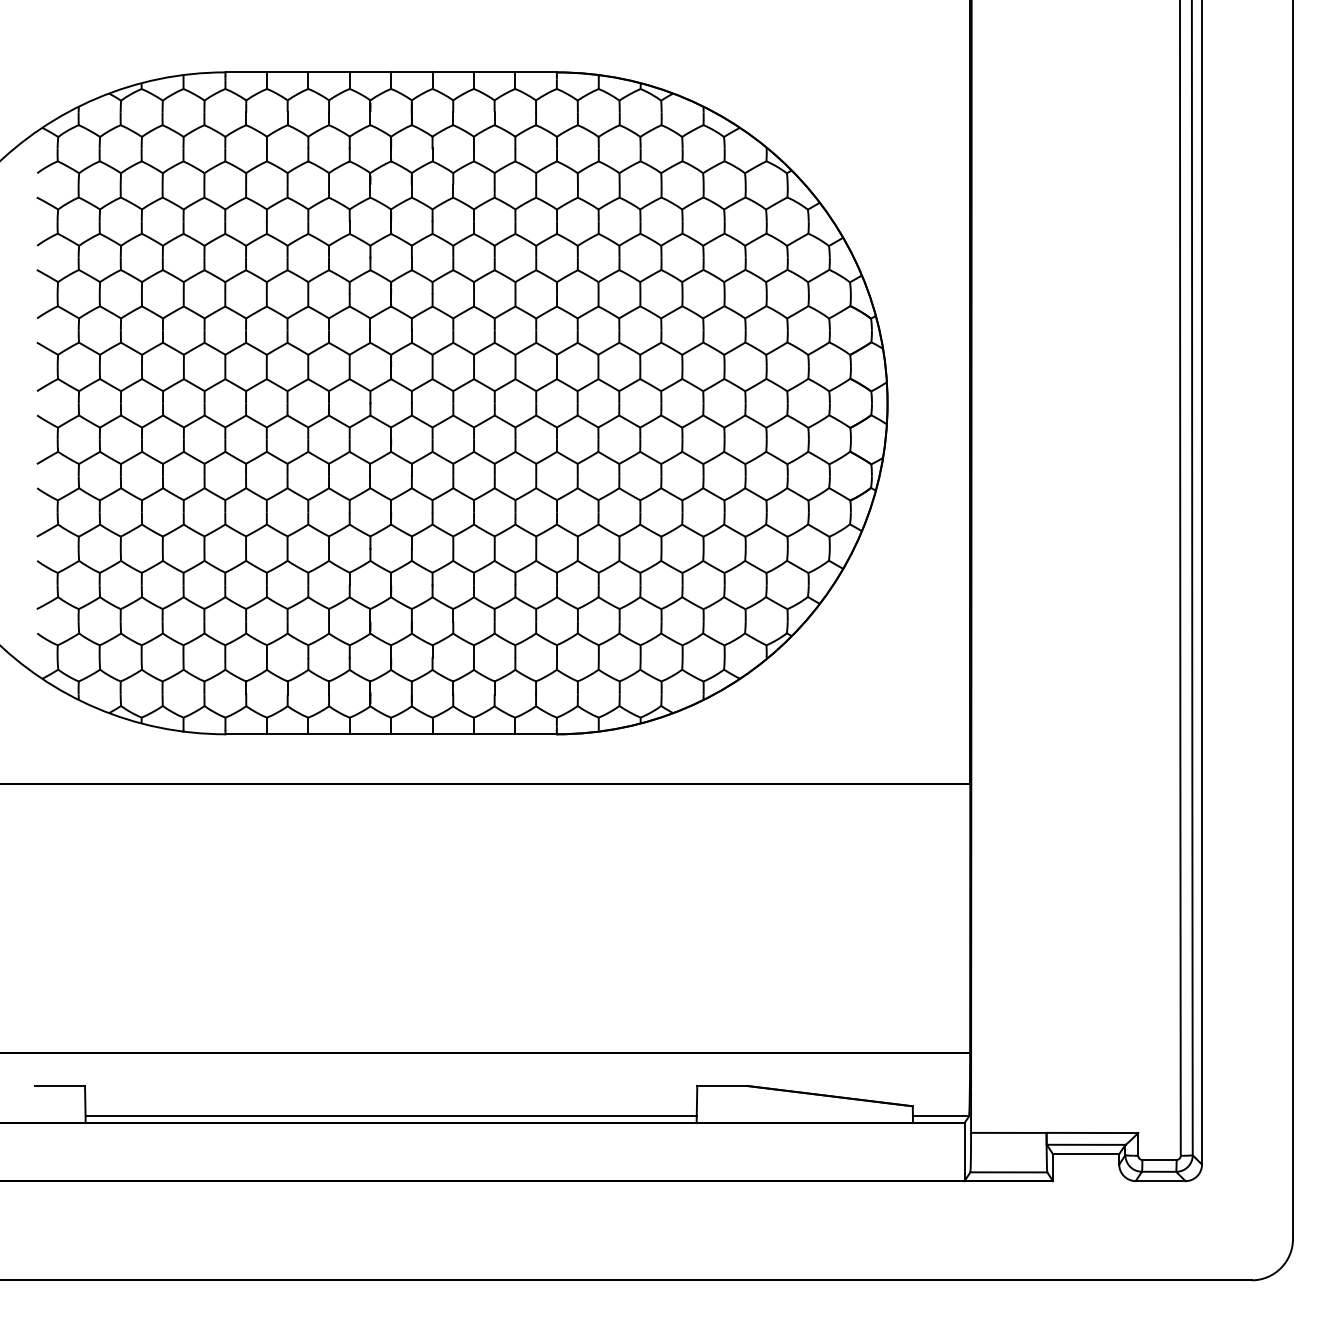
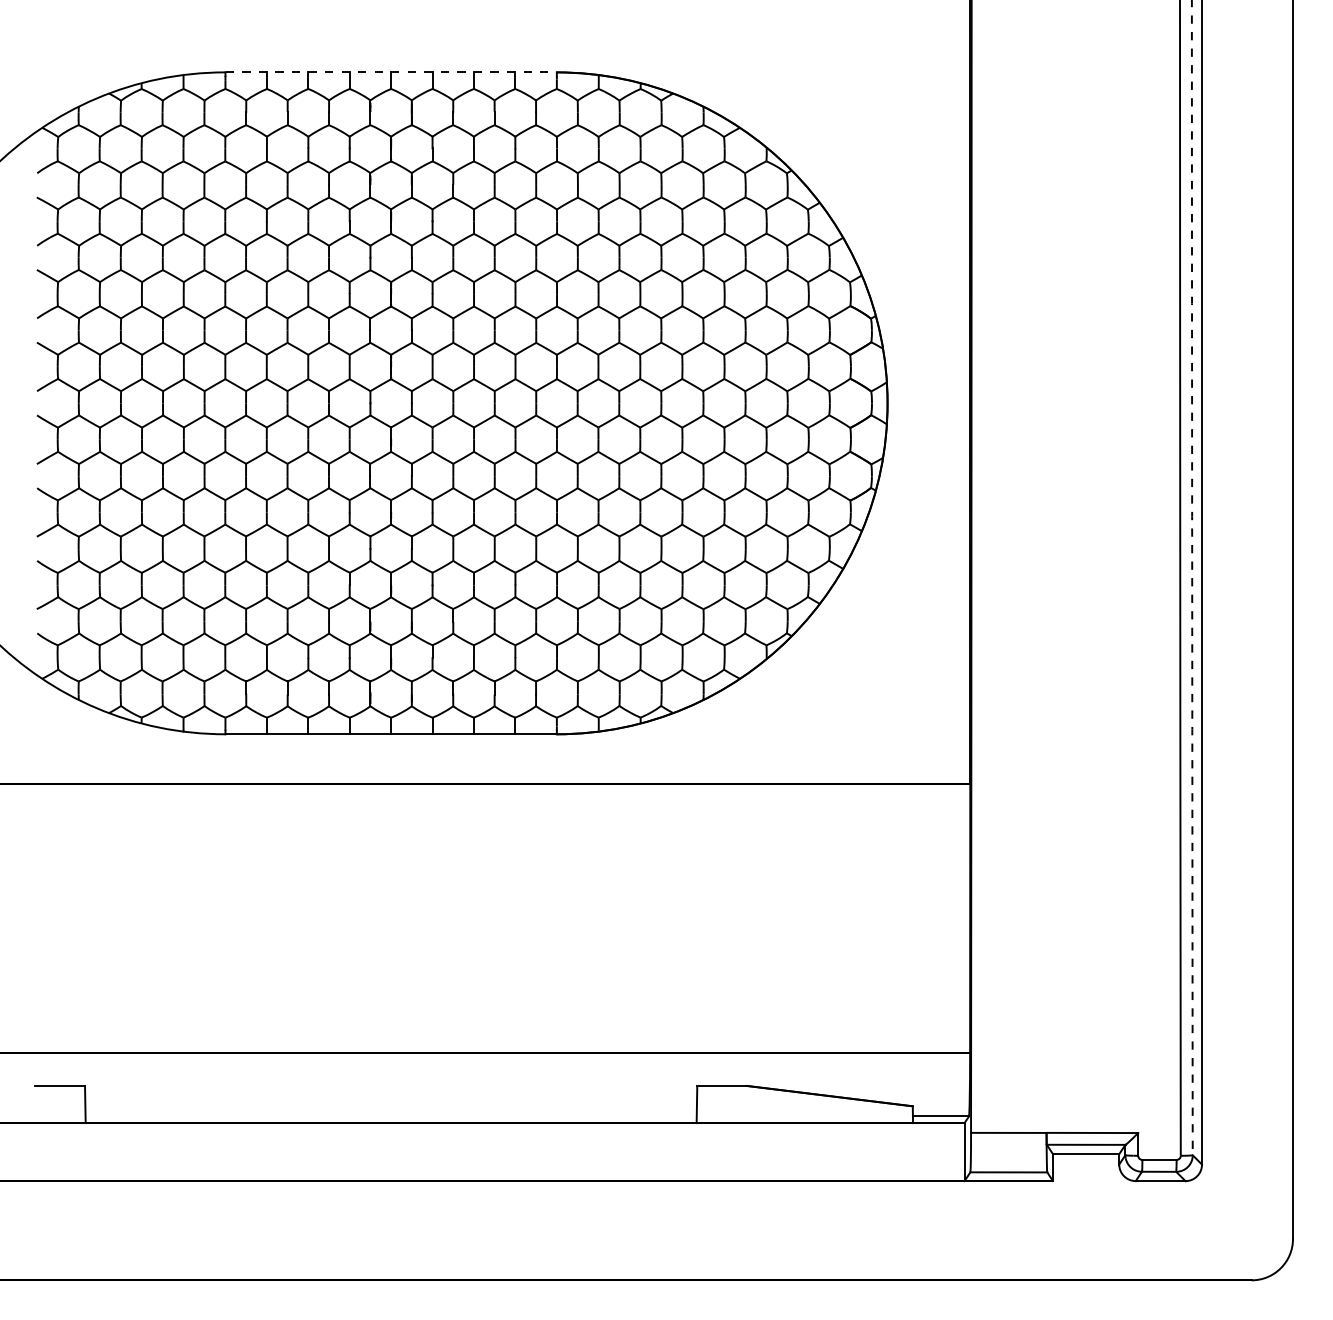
line at (391, 72): solid -> dashed
arc at (1192, 577): solid -> dashed
line at (390, 1116): present -> none
